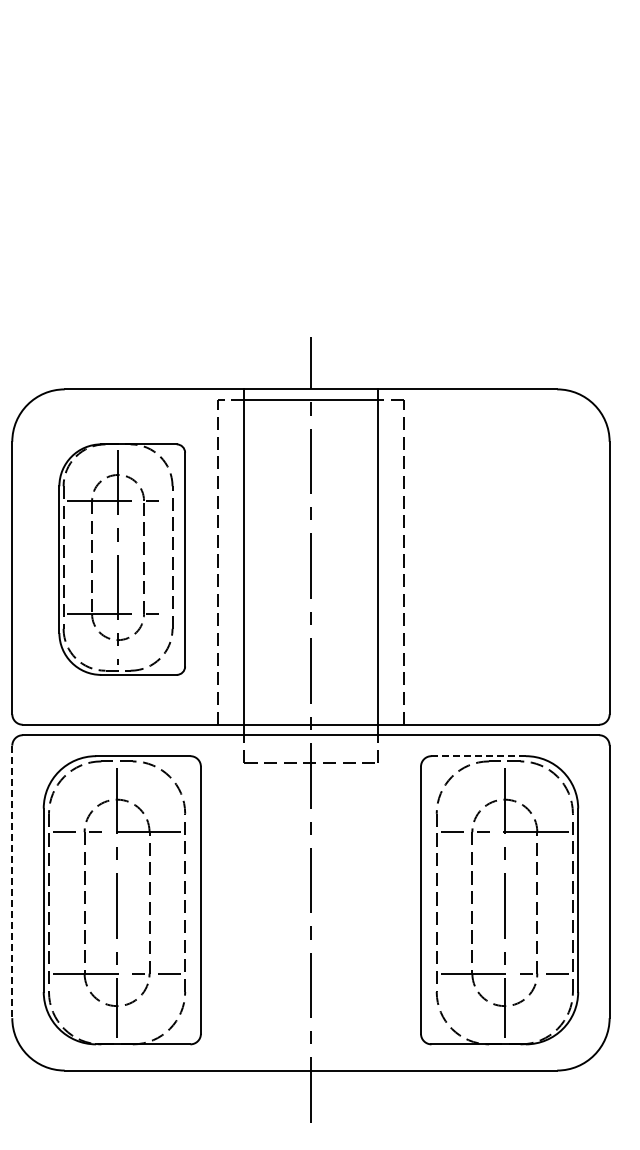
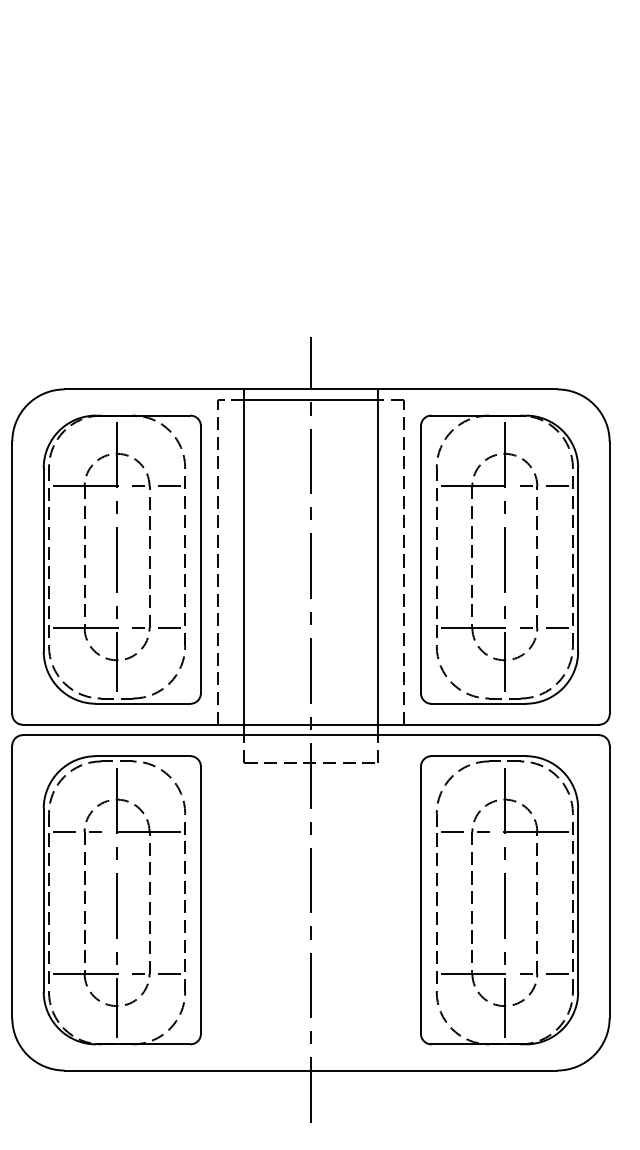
part at (121, 559) size: 128x233 px -> 160x291 px
part at (499, 559): none -> present
line at (479, 756): dashed -> solid
line at (12, 882): dashed -> solid
